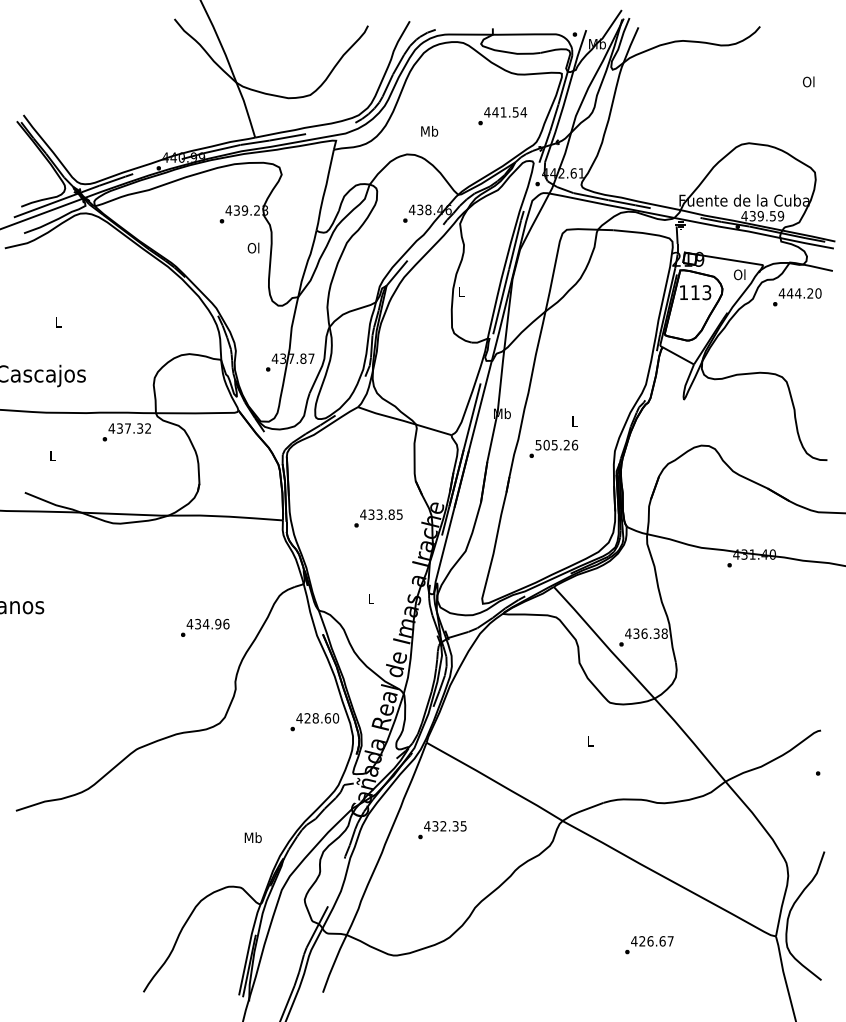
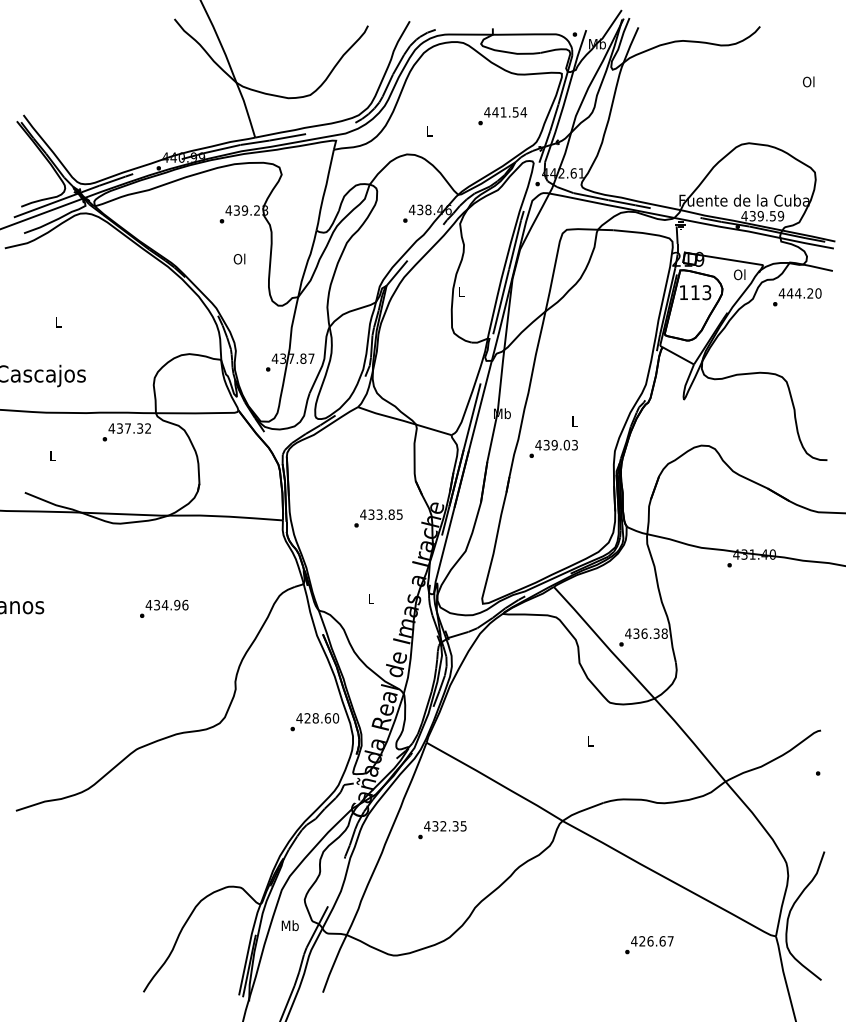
text at (429, 131): Mb -> L
text at (253, 247) position: (253, 247) -> (239, 258)
text at (556, 444): 505.26 -> 439.03
text at (205, 627) position: (205, 627) -> (164, 608)
text at (252, 837) position: (252, 837) -> (289, 925)
